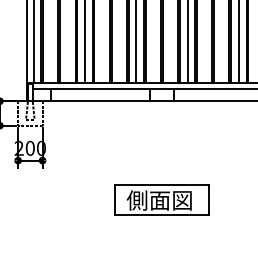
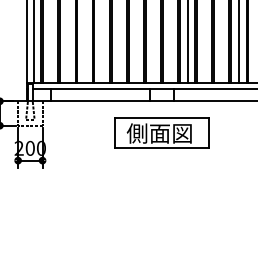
line at (85, 42): present -> none
line at (136, 42): present -> none
part at (161, 199) position: (161, 199) -> (161, 132)
